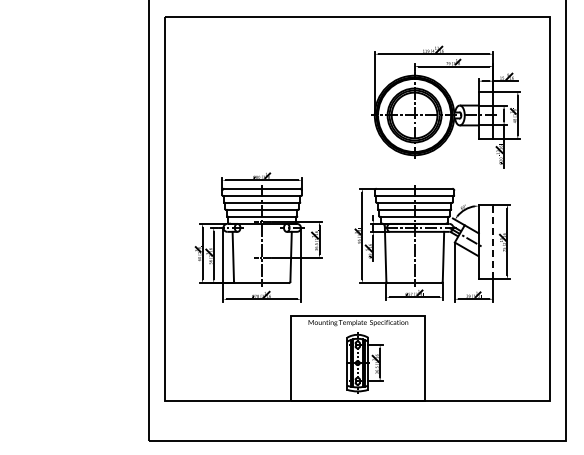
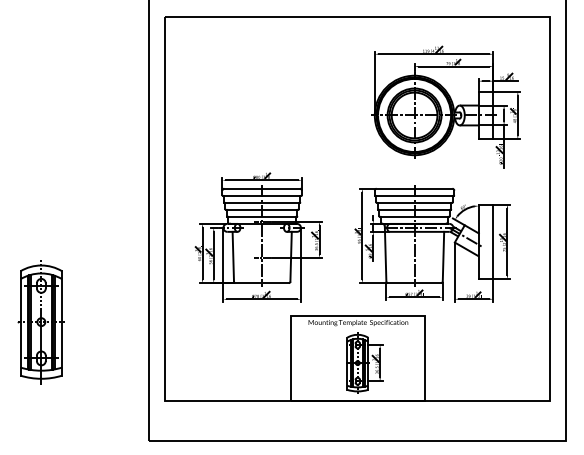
line at (493, 241): dashed -> solid
part at (40, 322): none -> present
